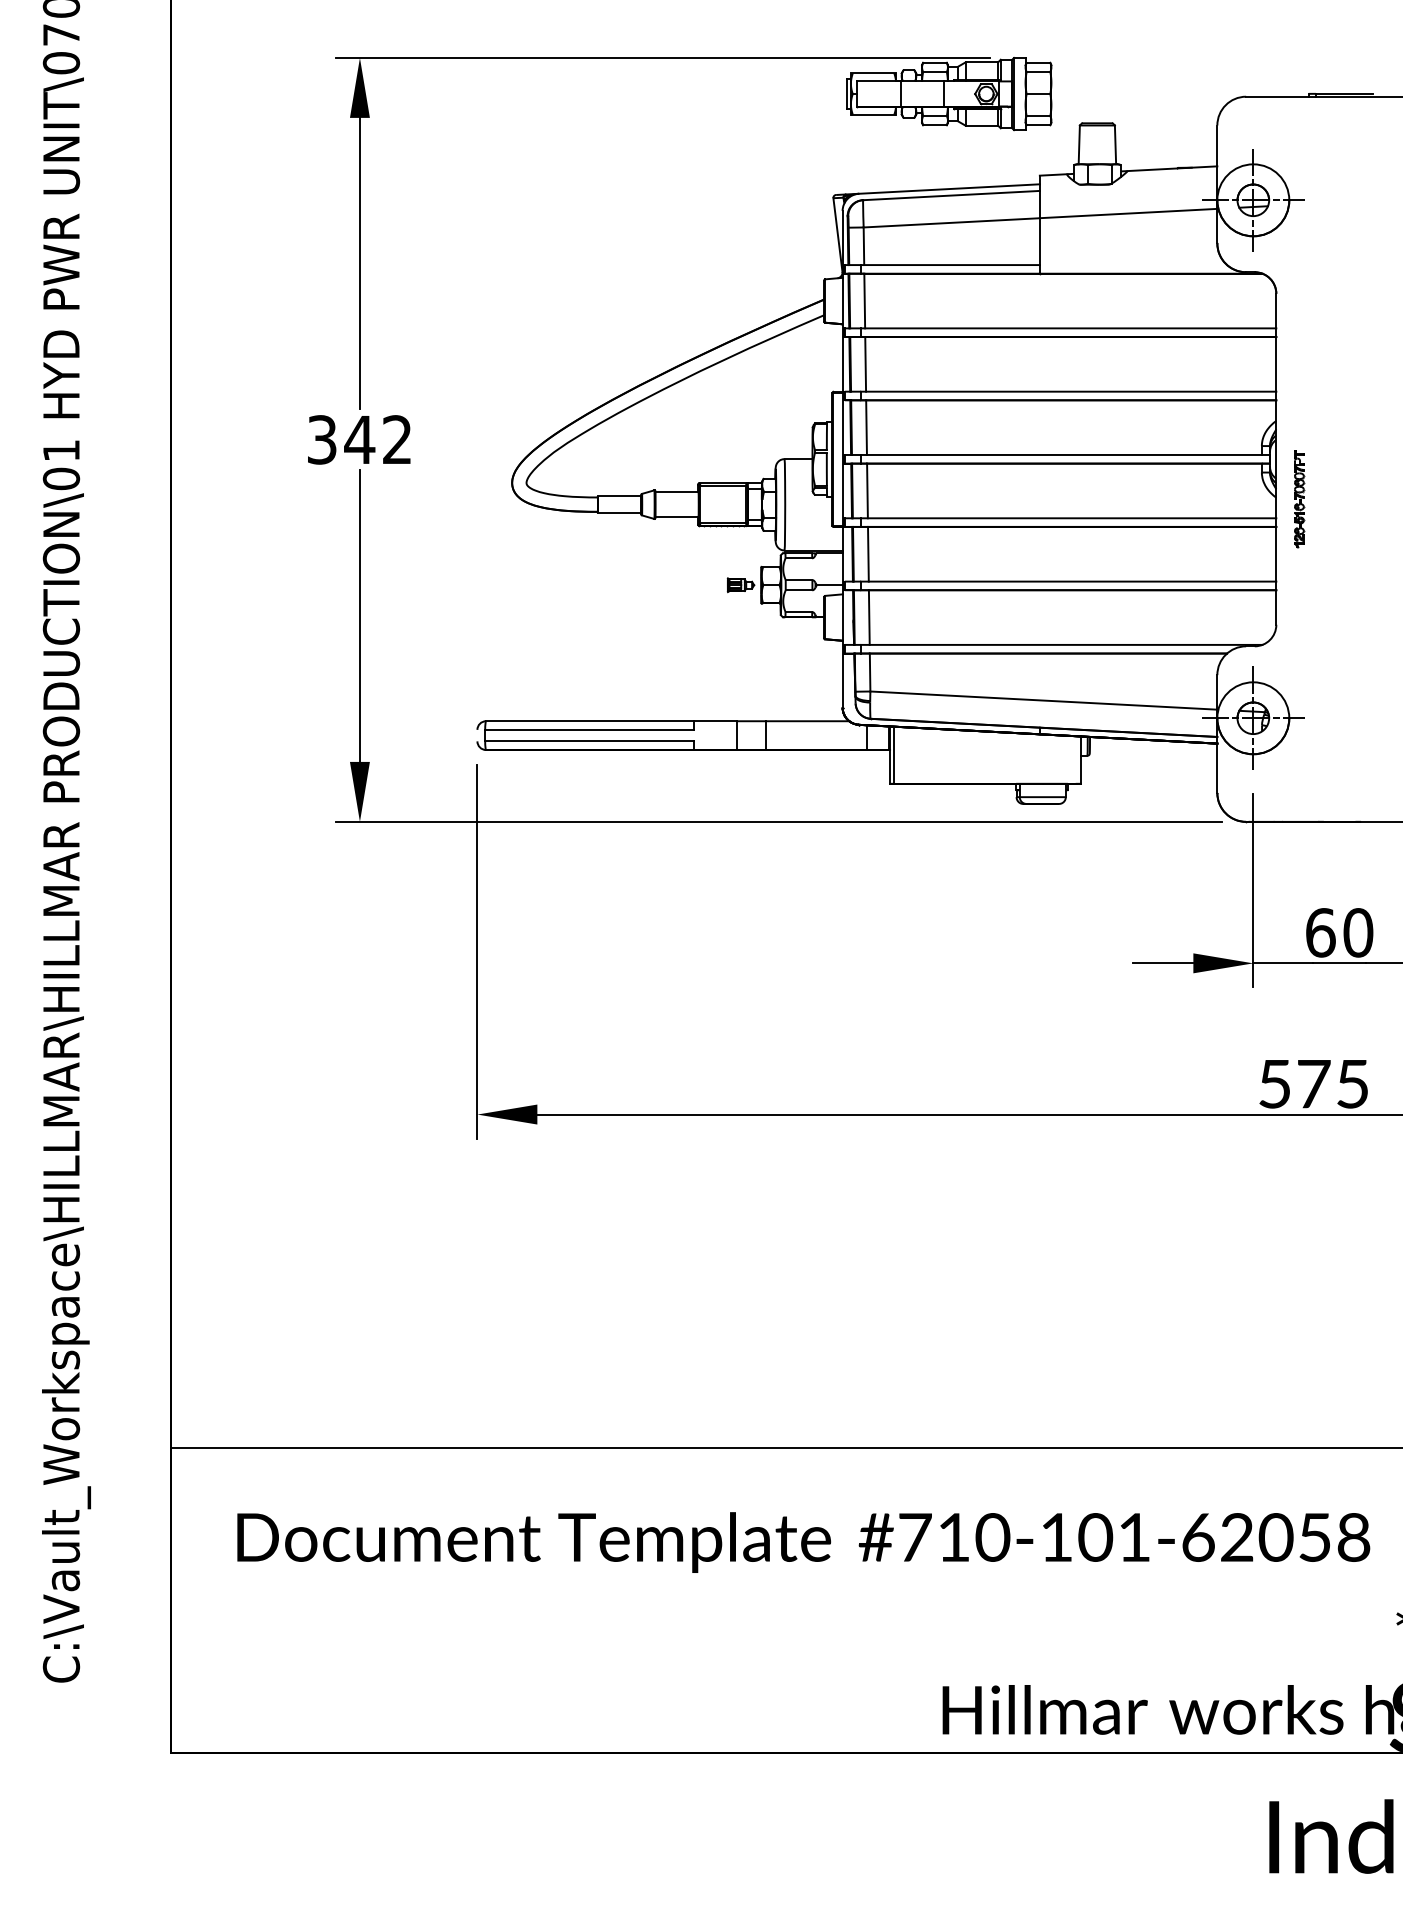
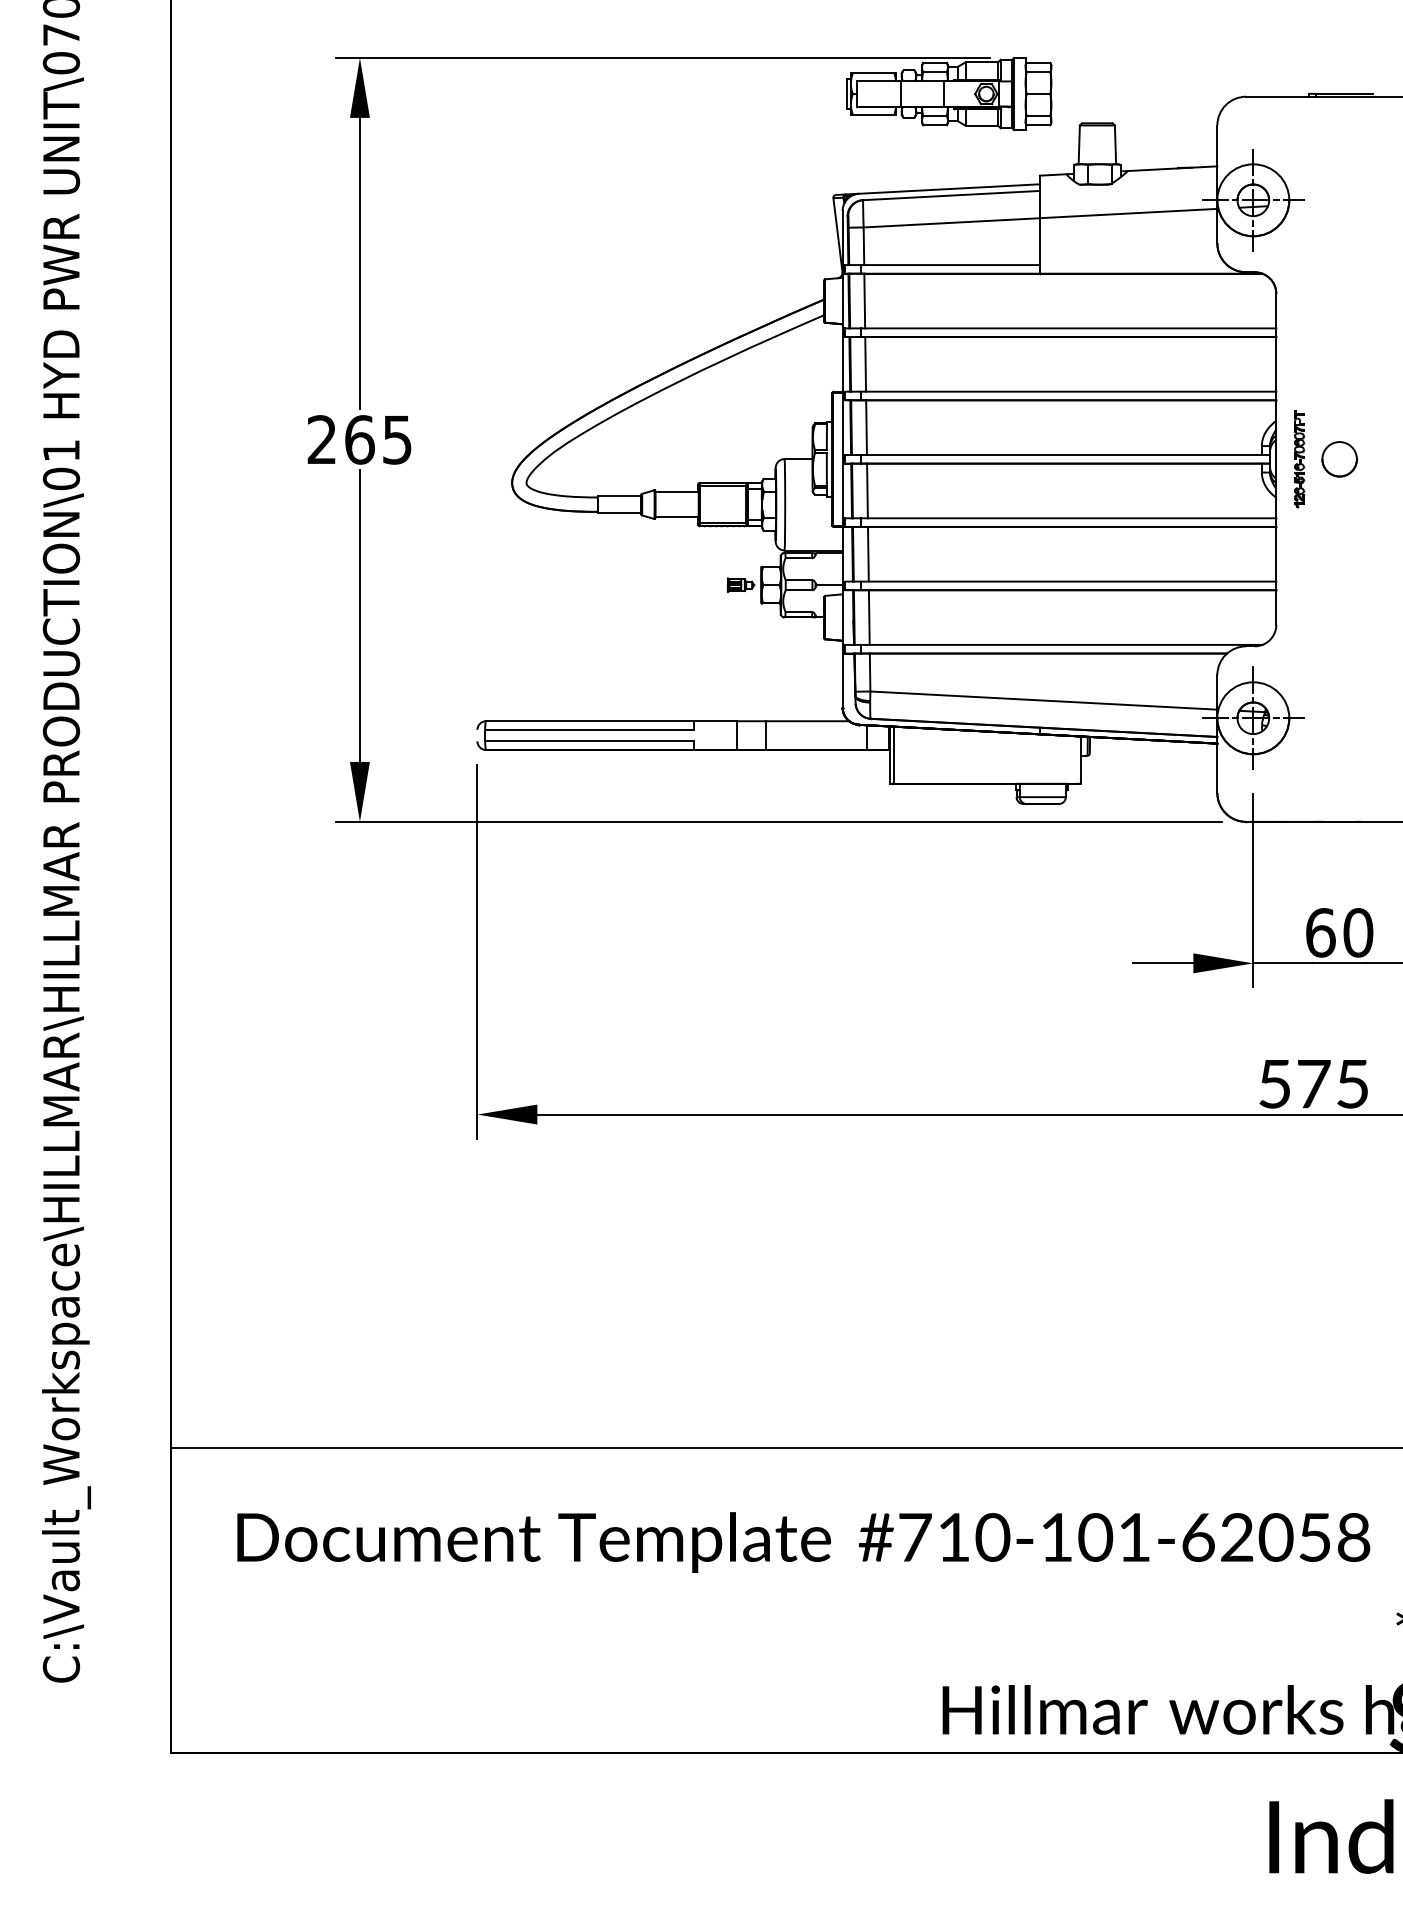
text at (359, 439): 342 -> 265
part at (1339, 459): none -> present
part at (1299, 499) position: (1299, 499) -> (1299, 459)
